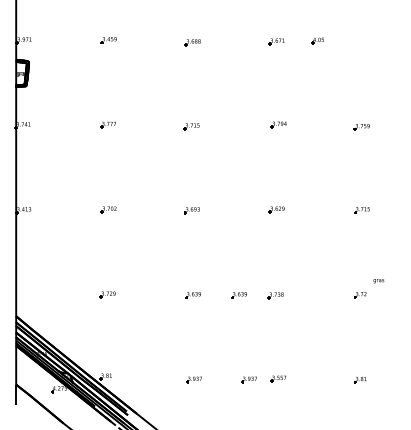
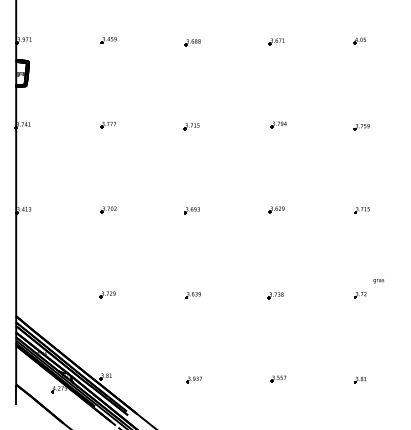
part at (317, 40) position: (317, 40) -> (359, 40)
part at (238, 295): present -> none
part at (248, 379): present -> none
